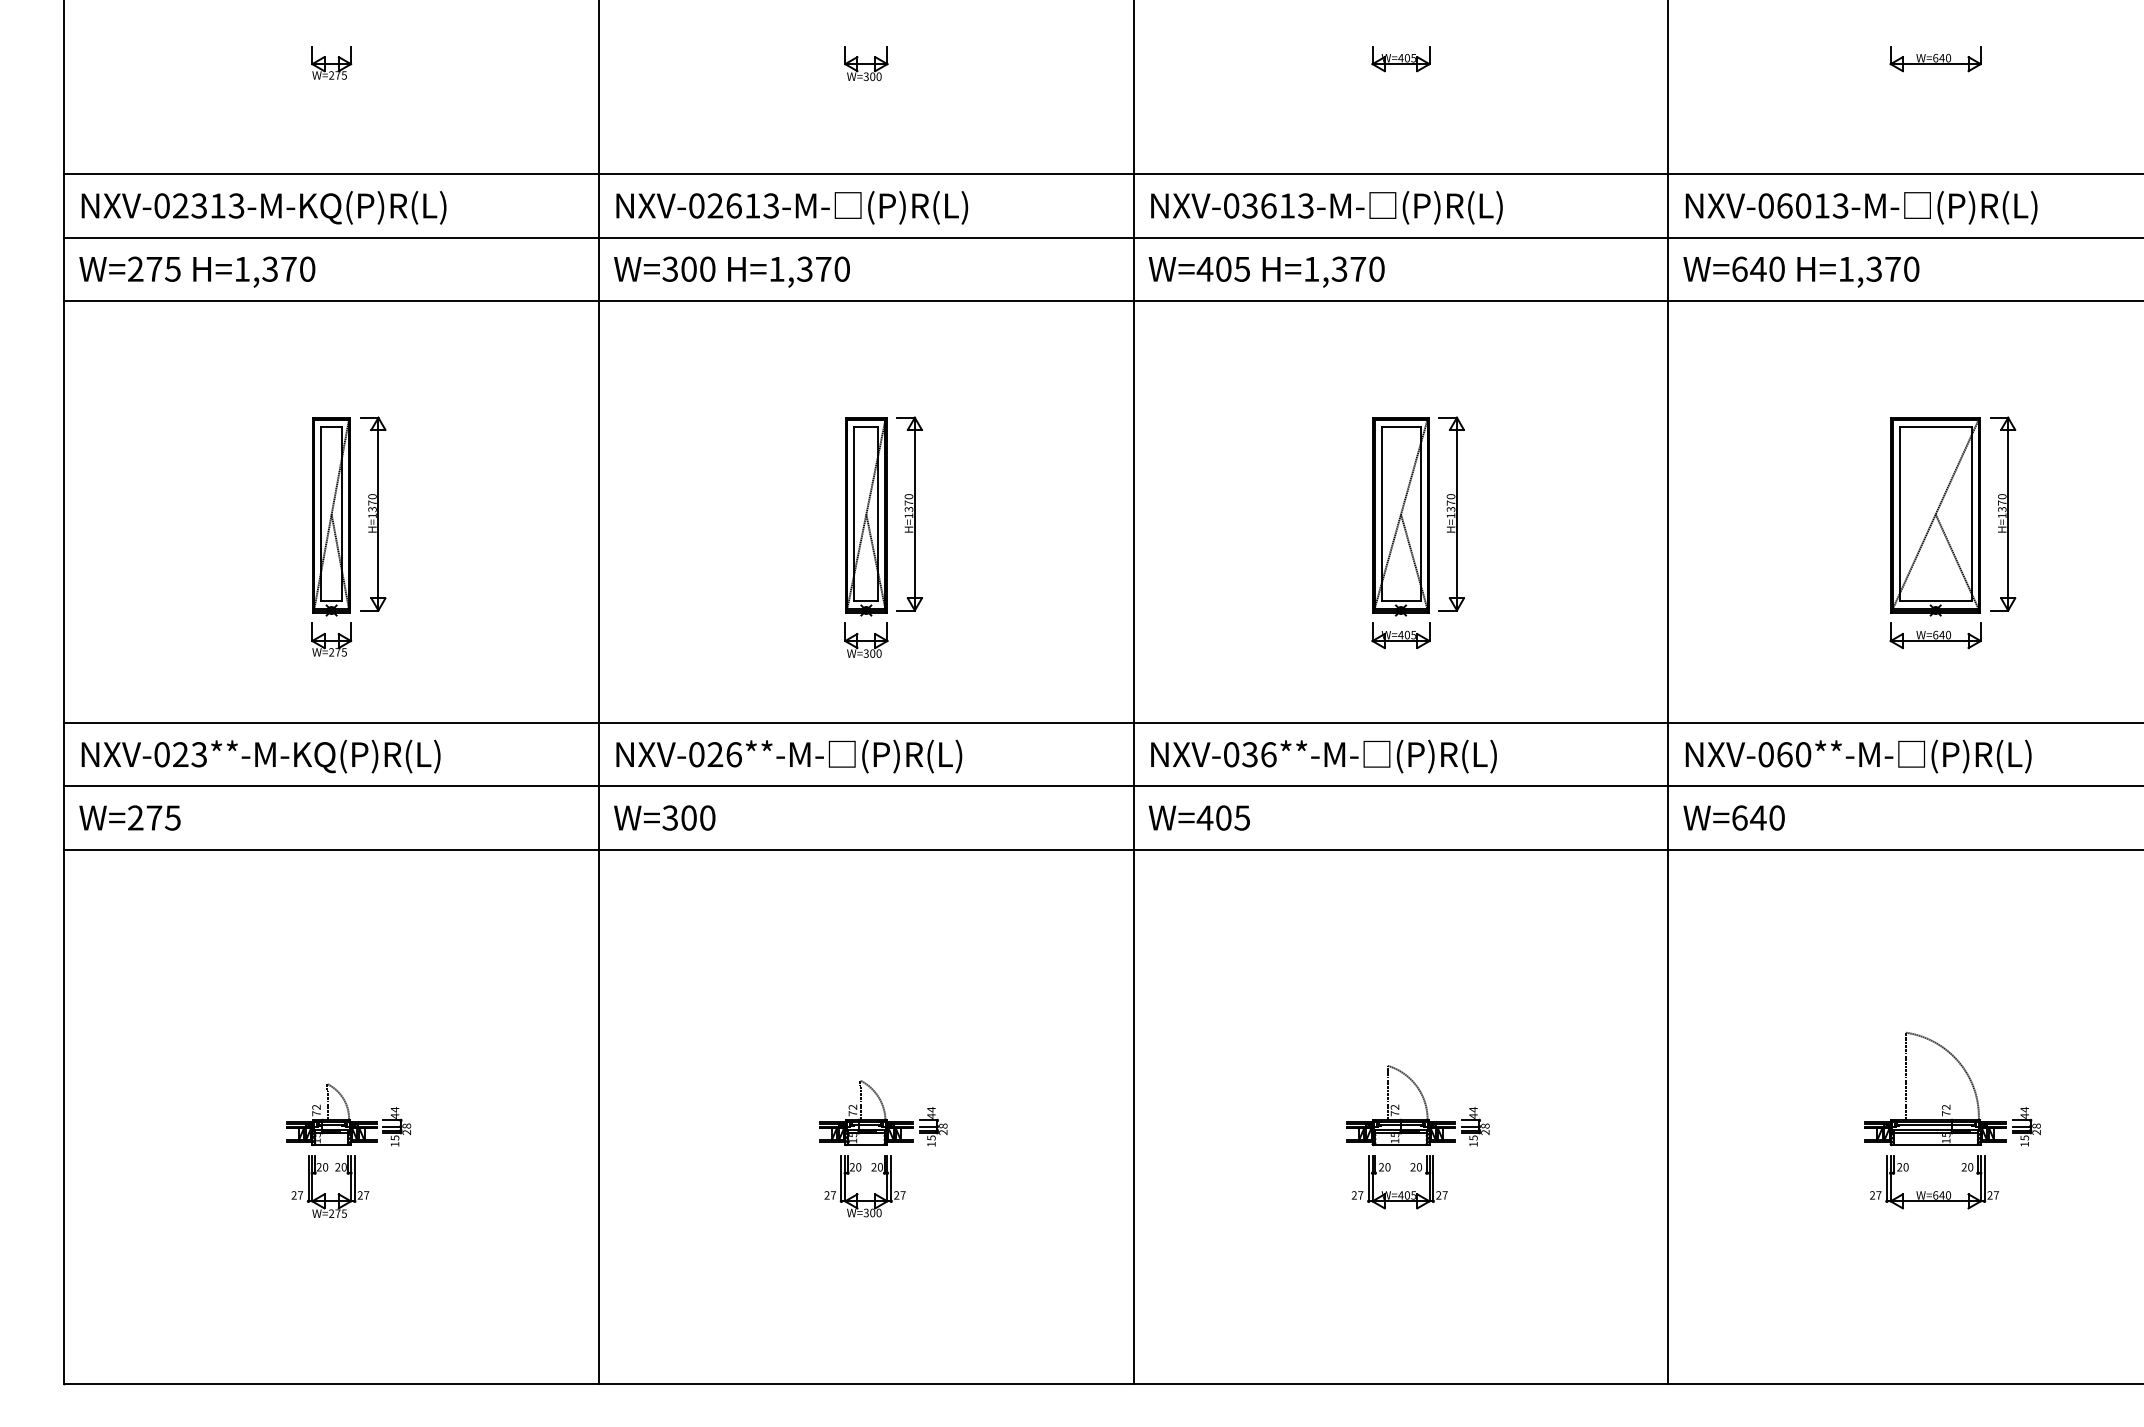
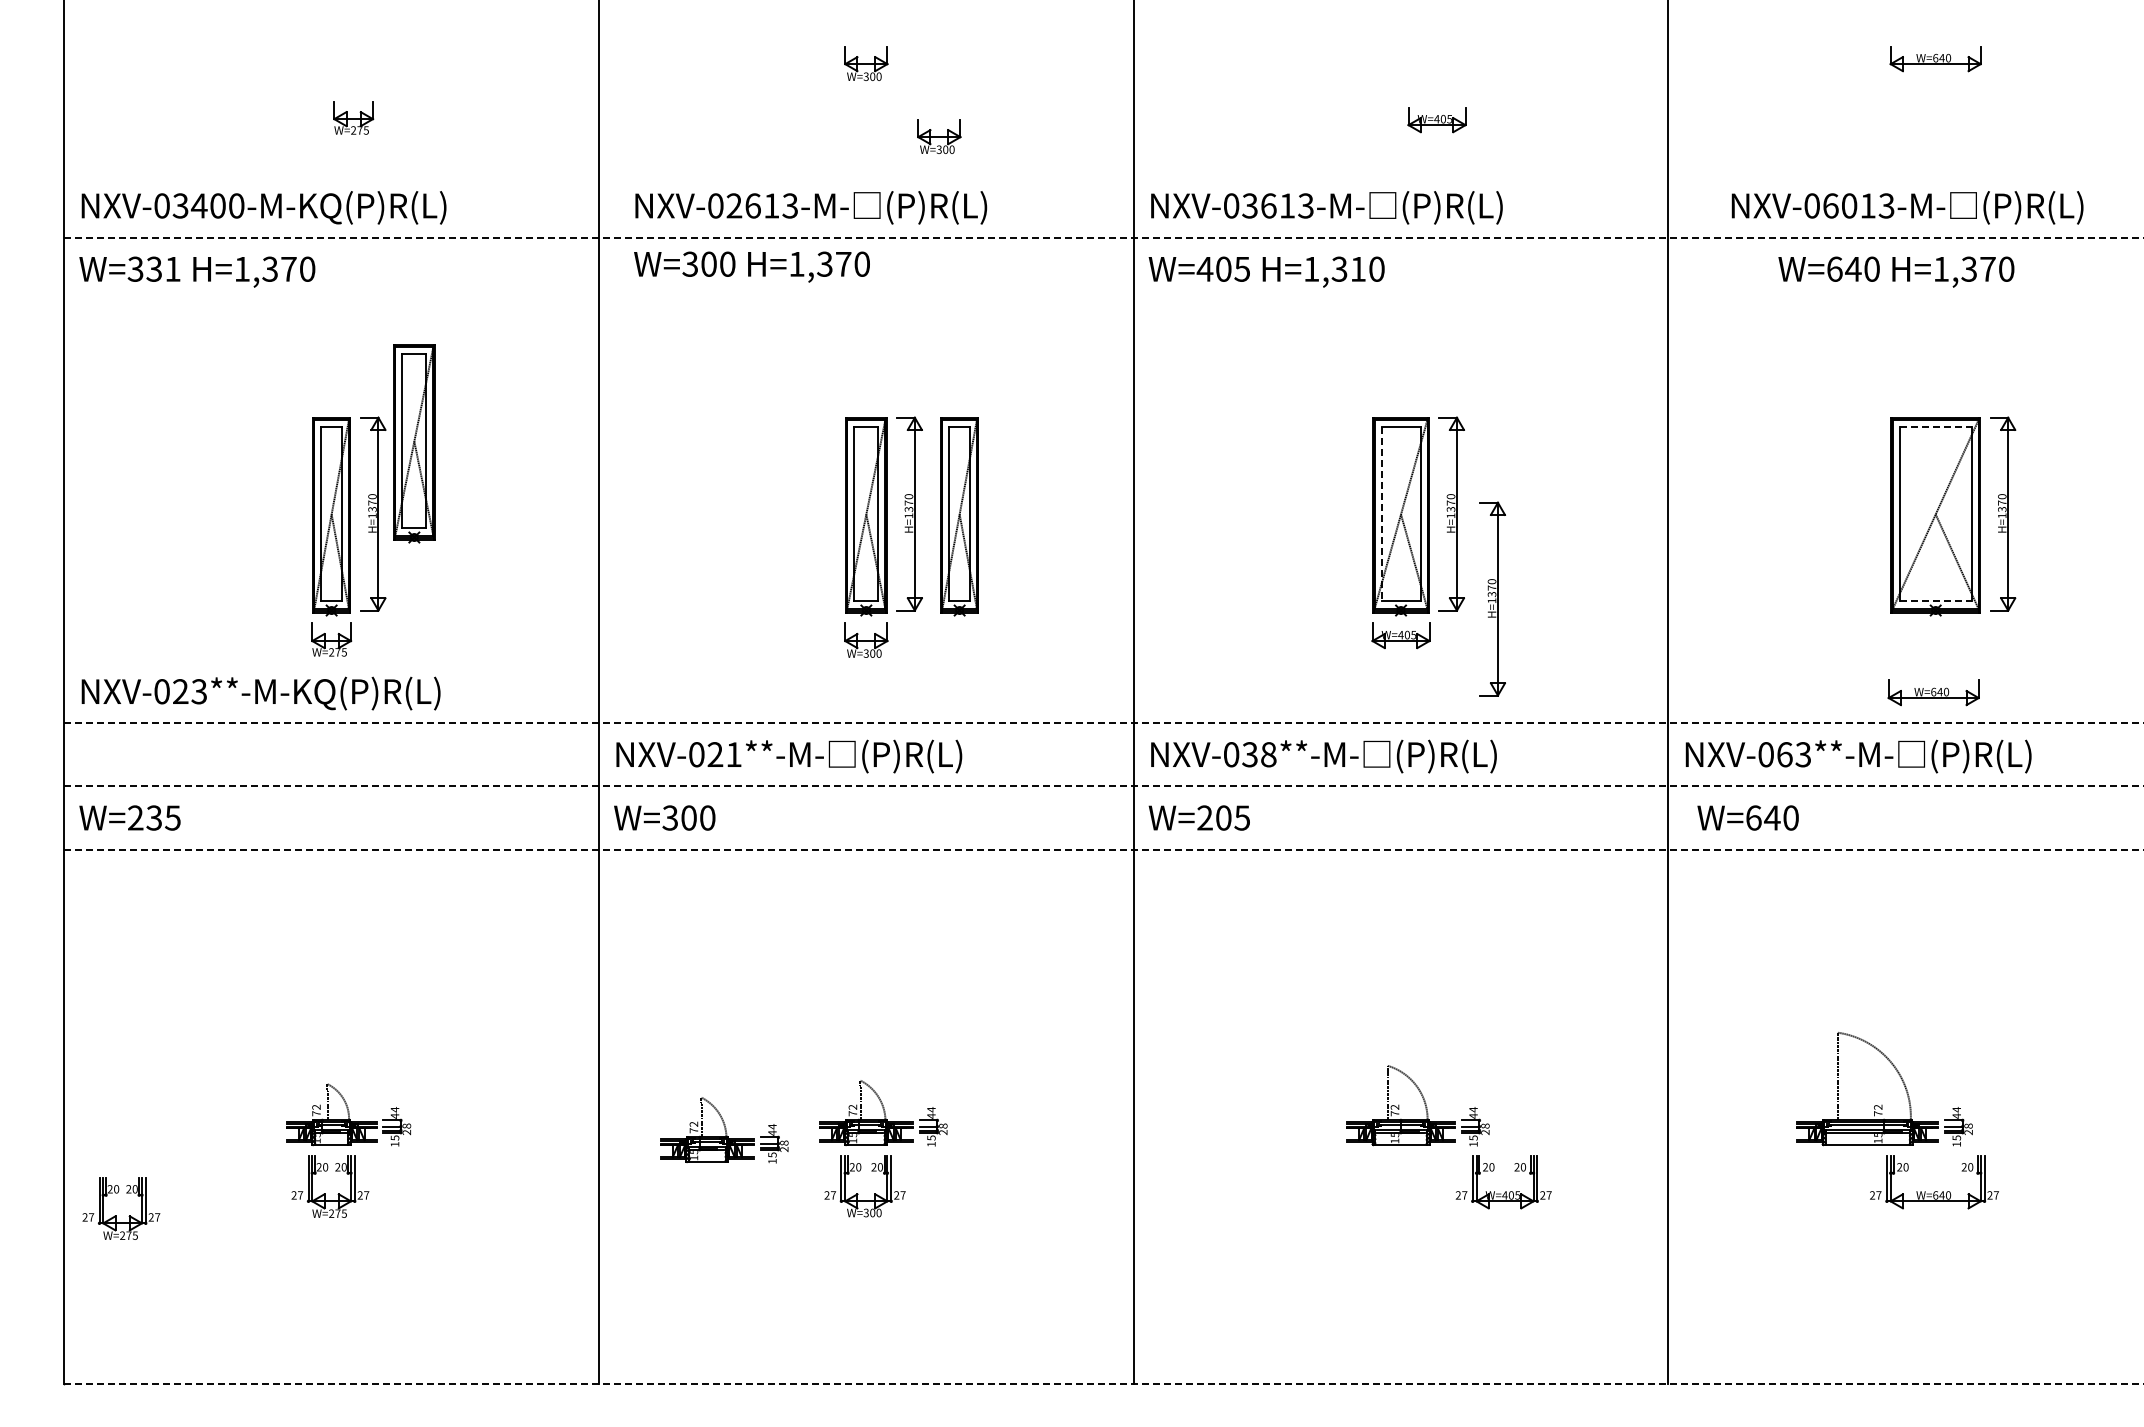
part at (1400, 59) position: (1400, 59) -> (1436, 120)
part at (331, 62) position: (331, 62) -> (353, 117)
part at (939, 136): none -> present
line at (1102, 174): present -> none
text at (208, 205): NXV-02313-M-KQ(P)R(L) -> NXV-03400-M-KQ(P)R(L)
text at (792, 207) position: (792, 207) -> (811, 207)
text at (1861, 207) position: (1861, 207) -> (1907, 207)
line at (1104, 237): solid -> dashed
text at (153, 268): W=275 -> W=331
text at (1358, 269): H=1,370 -> H=1,310
text at (731, 271) position: (731, 271) -> (751, 266)
text at (1801, 271) position: (1801, 271) -> (1896, 271)
line at (1102, 300): present -> none
line at (1936, 426): solid -> dashed
part at (414, 443): none -> present
line at (1381, 514): solid -> dashed
part at (959, 516): none -> present
part at (1492, 598): none -> present
line at (1936, 600): solid -> dashed
part at (1935, 635) position: (1935, 635) -> (1933, 692)
line at (1104, 723): solid -> dashed
text at (733, 754): NXV-026**-M- -> NXV-021**-M-
text at (1268, 754): NXV-036**-M- -> NXV-038**-M-
text at (1803, 754): NXV-060**-M- -> NXV-063**-M-
text at (260, 756) position: (260, 756) -> (260, 693)
line at (1104, 786): solid -> dashed
text at (154, 817): W=275 -> W=235
text at (1204, 817): W=405 -> W=205
text at (1733, 817) position: (1733, 817) -> (1747, 817)
line at (1104, 849): solid -> dashed
part at (1950, 1104) position: (1950, 1104) -> (1882, 1104)
part at (724, 1130): none -> present
part at (1401, 1191) position: (1401, 1191) -> (1505, 1191)
part at (116, 1215): none -> present
line at (1104, 1384): solid -> dashed
